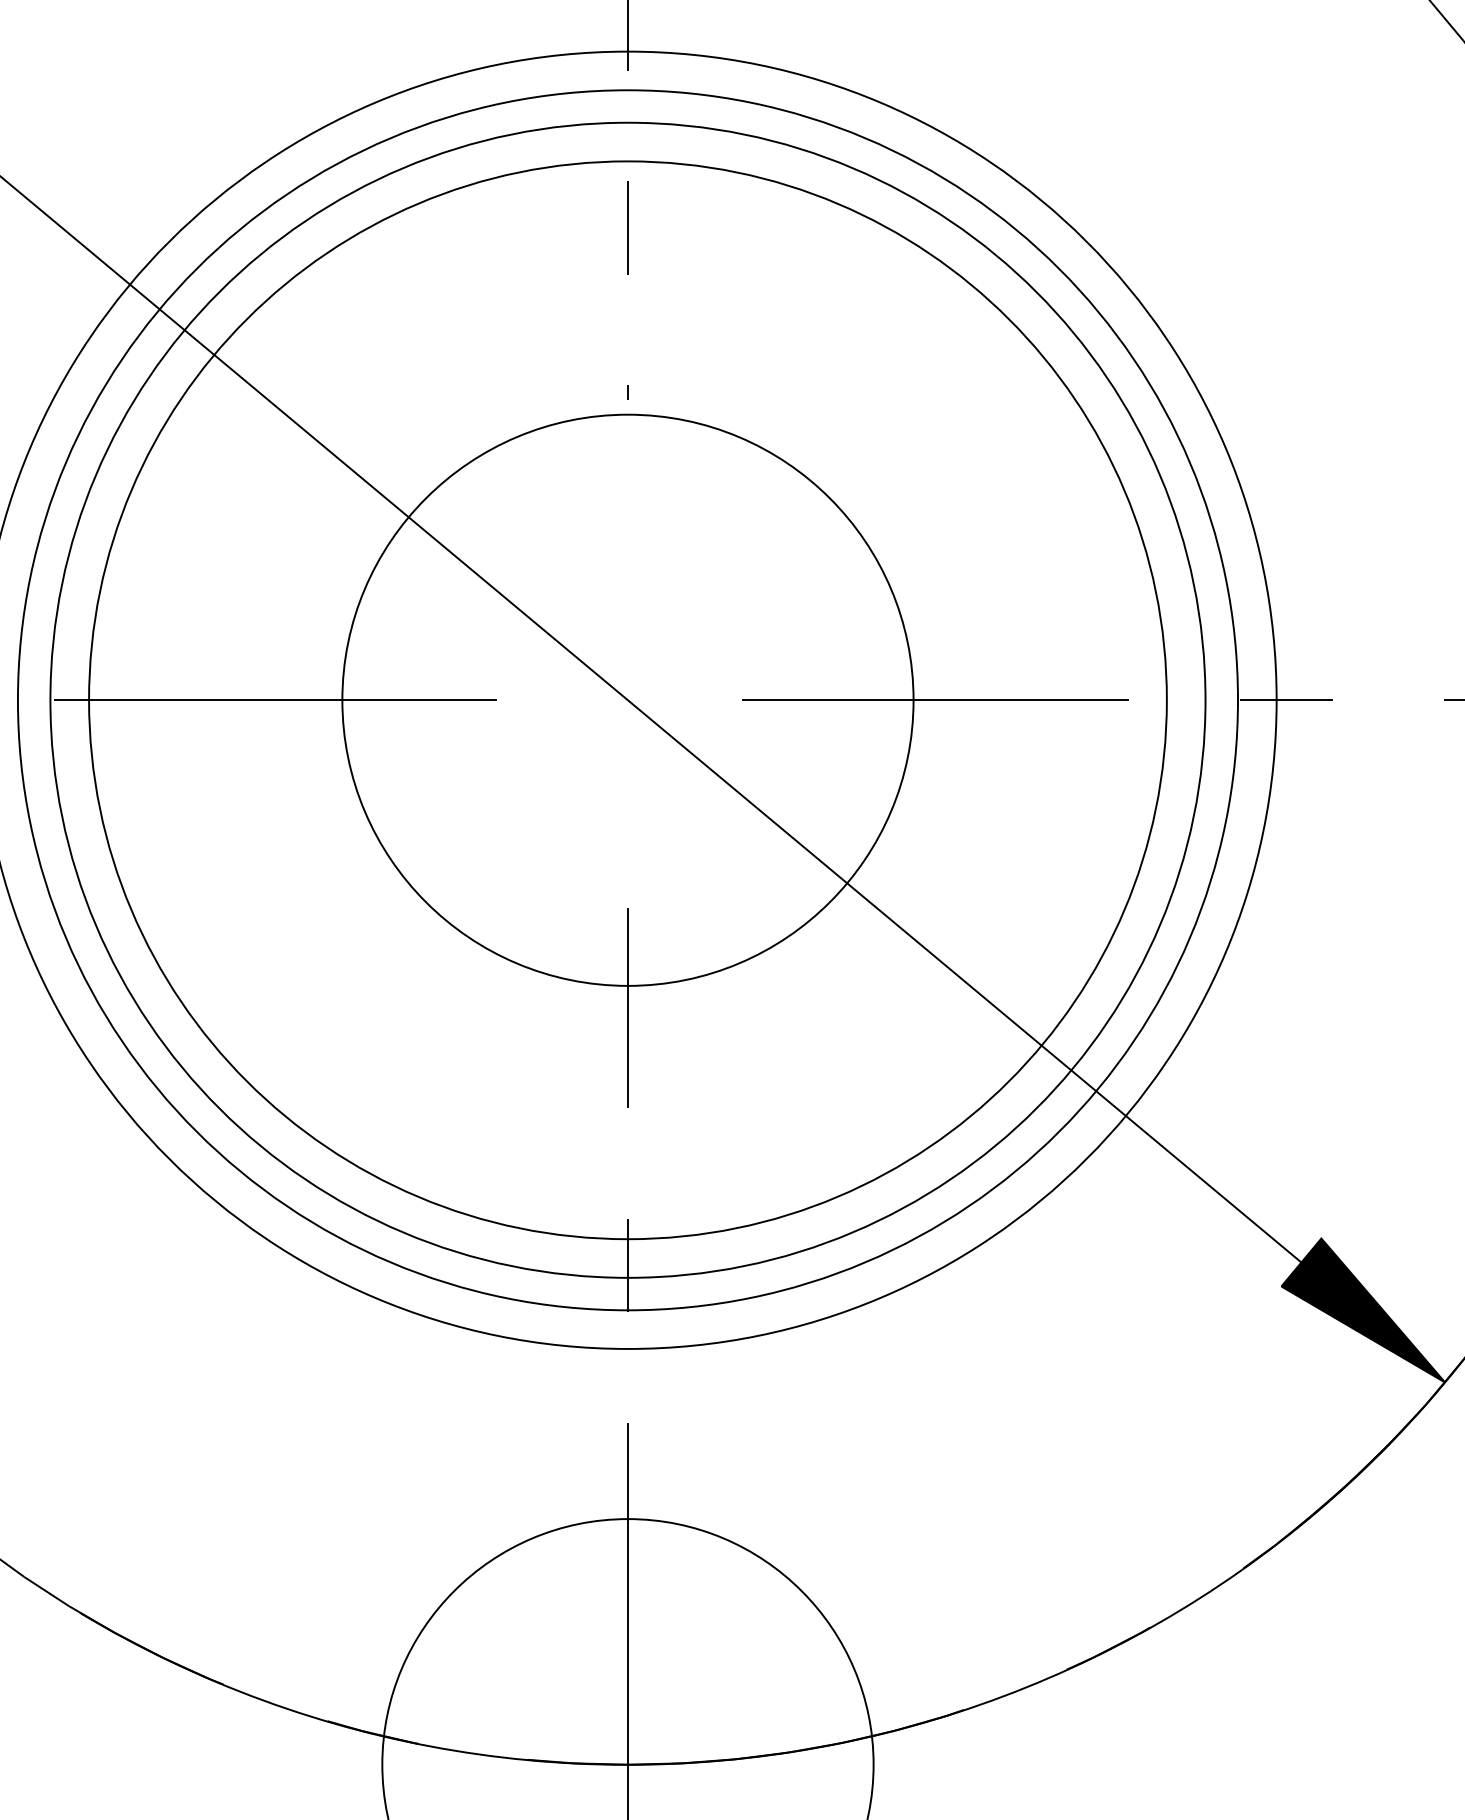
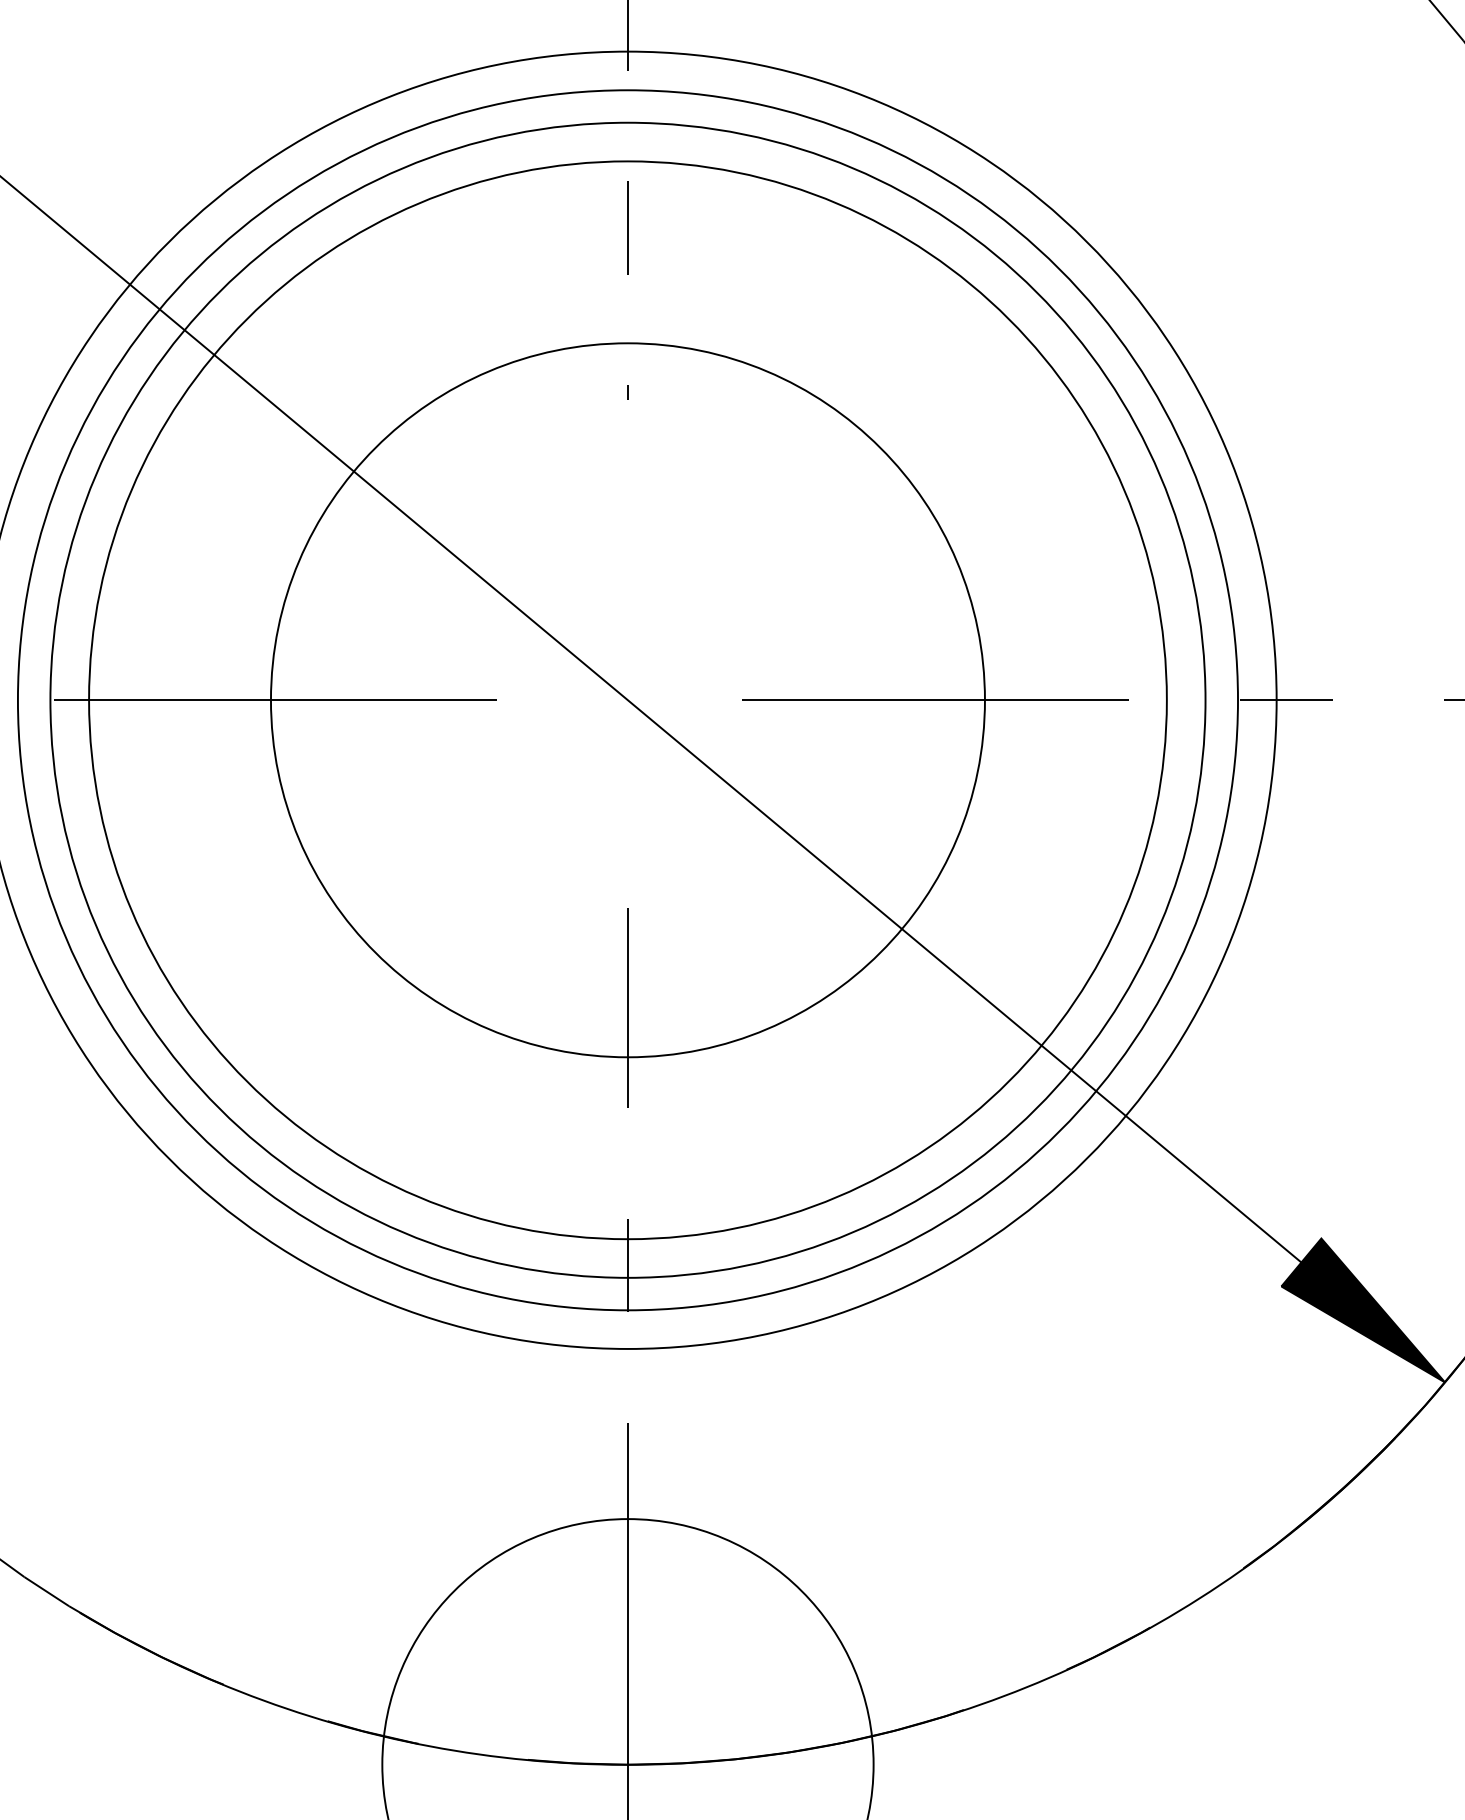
circle at (627, 699) diameter: 571 px -> 714 px
